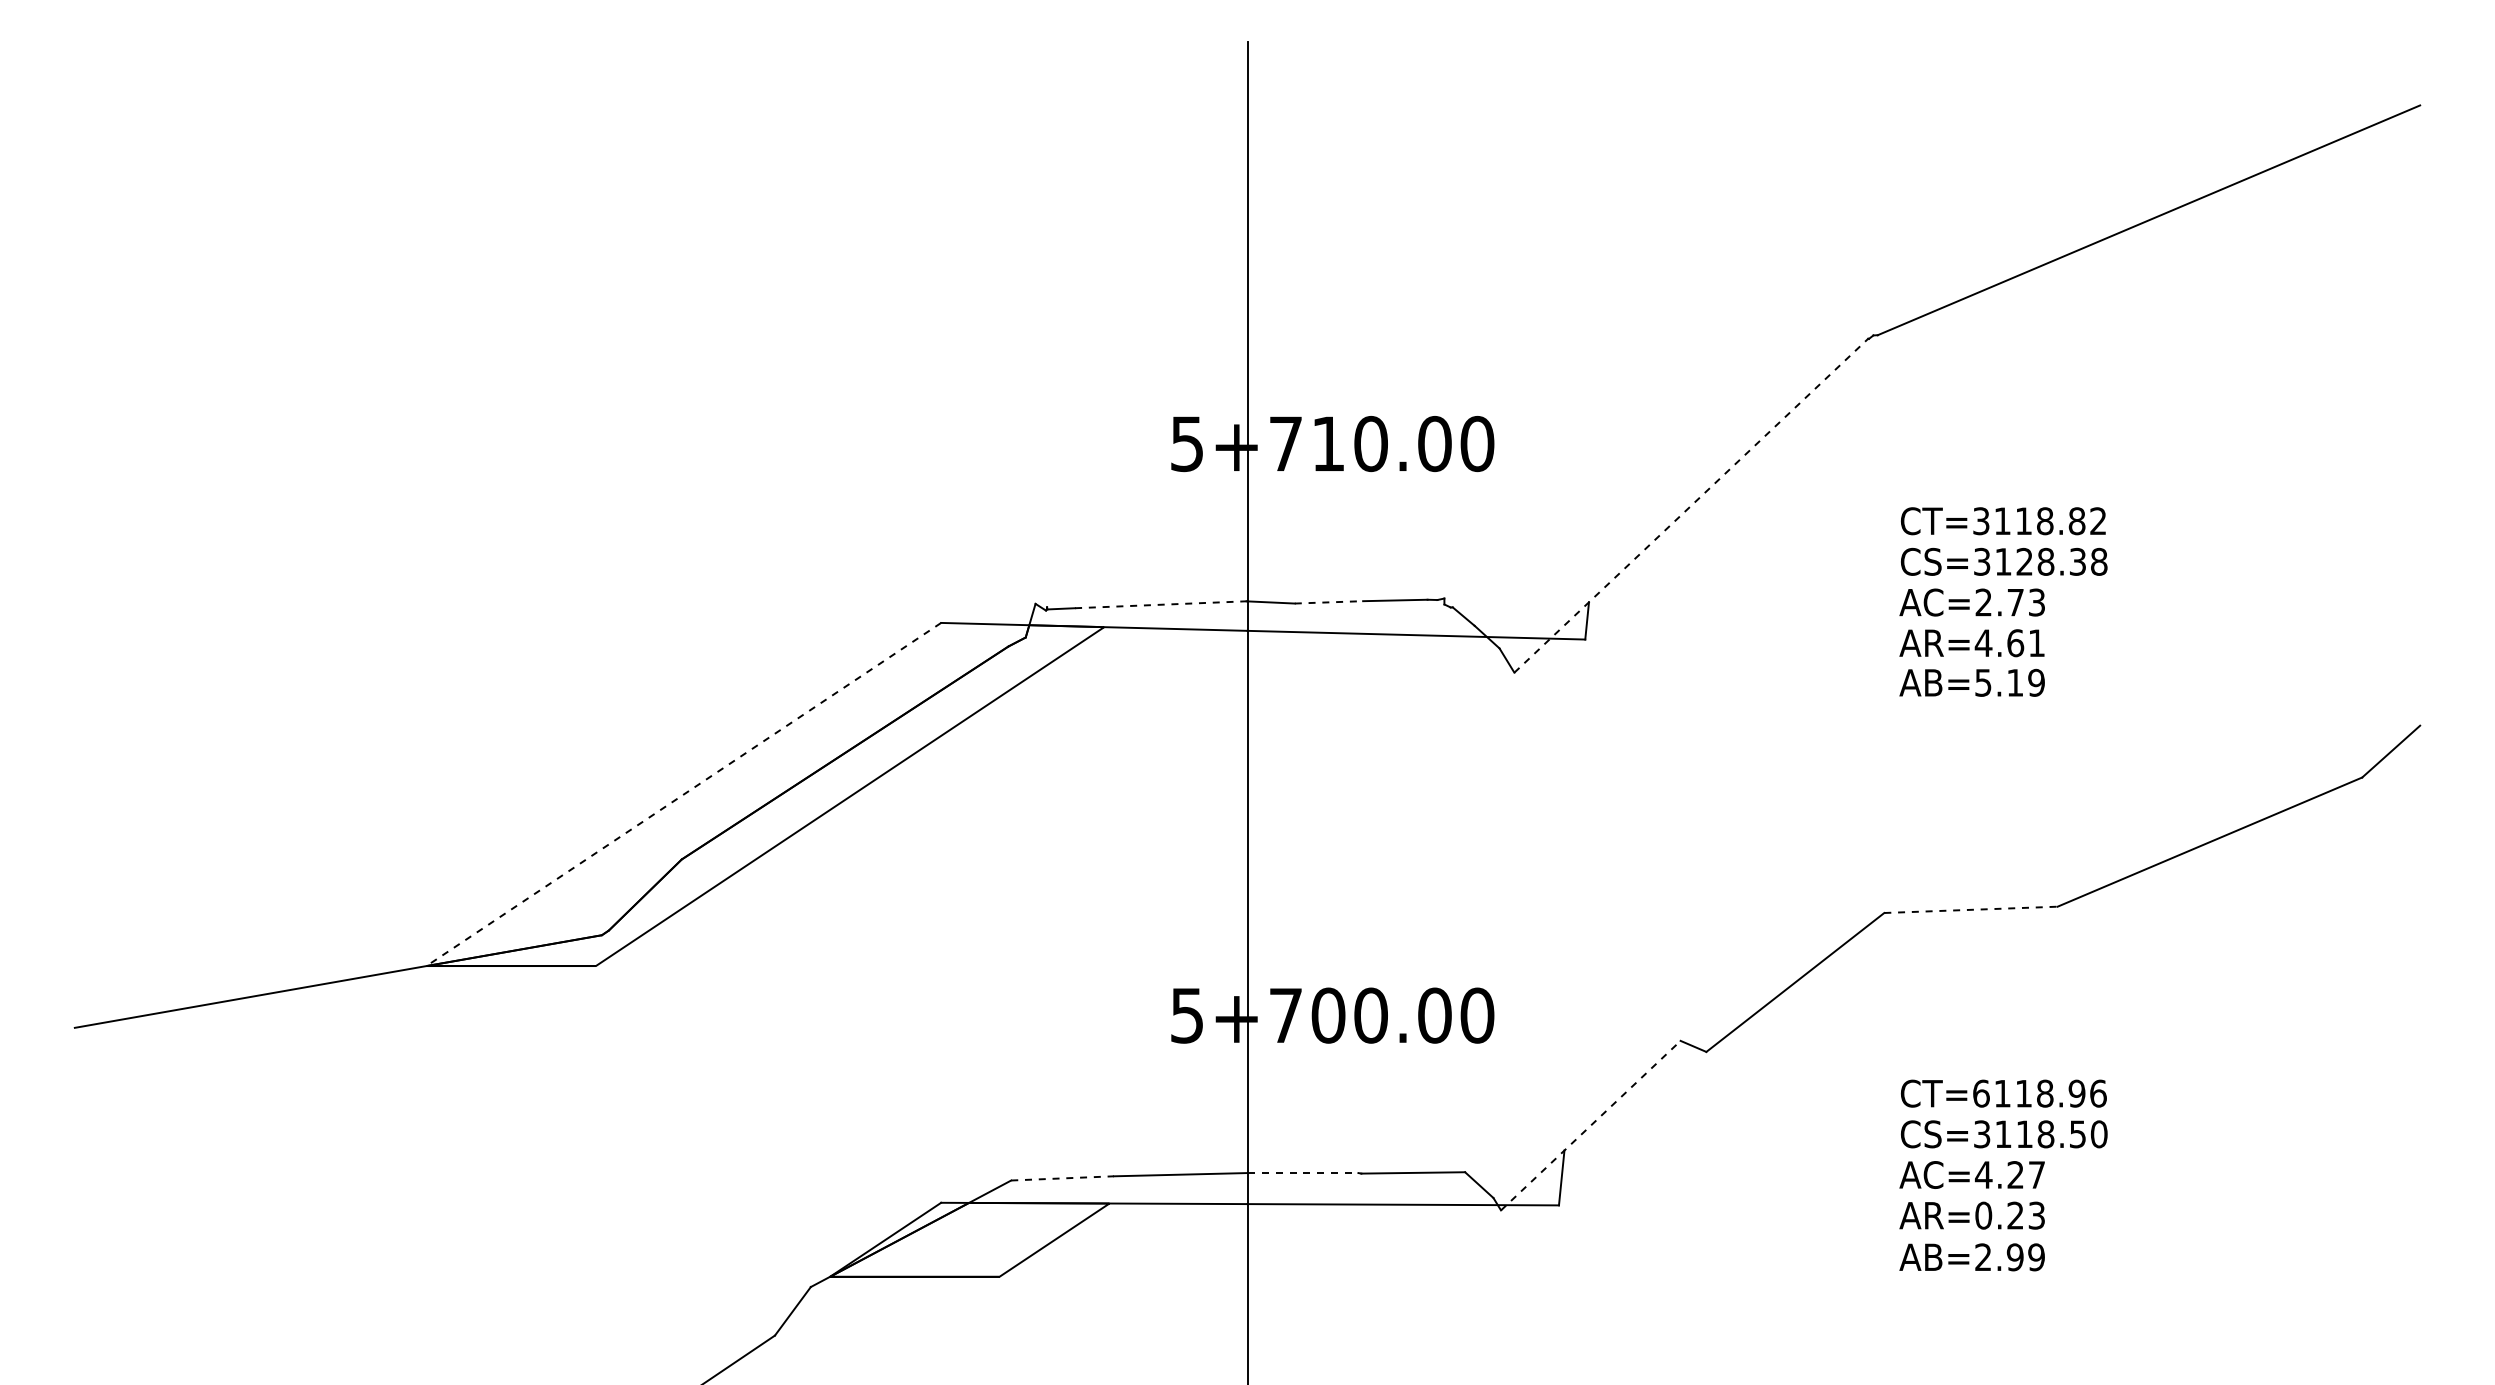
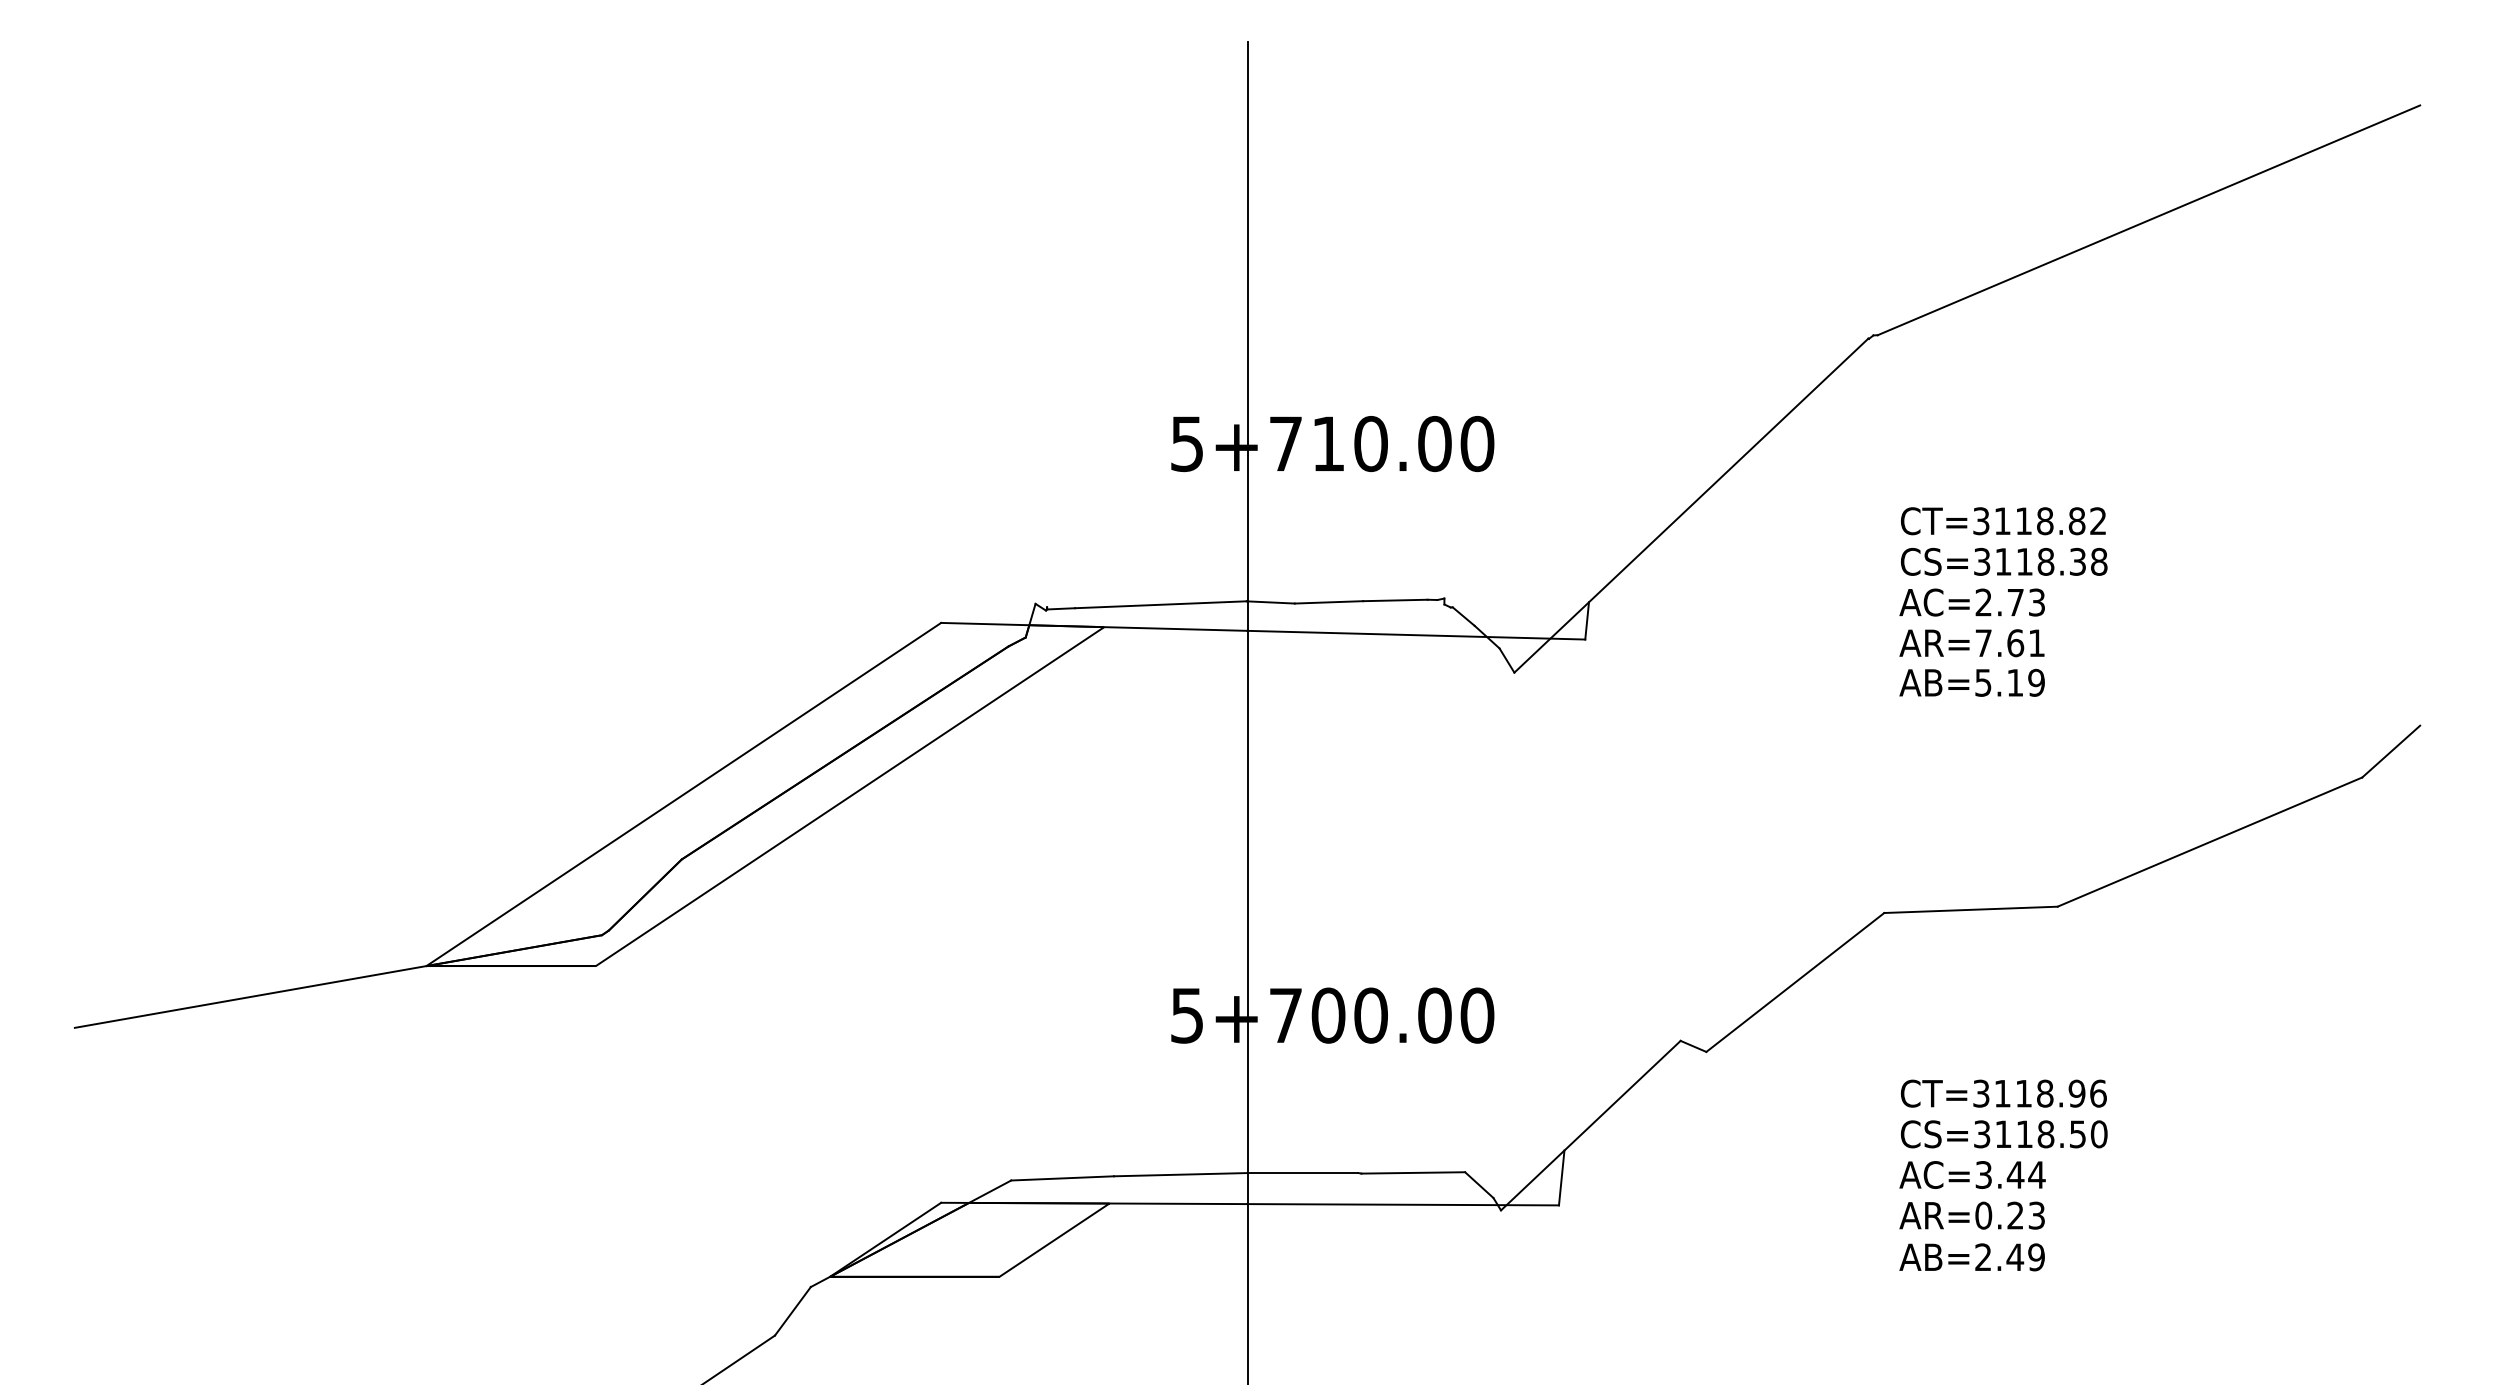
line at (1691, 505): dashed -> solid
text at (2024, 561): CS=3128.38 -> CS=3118.38
line at (1329, 602): dashed -> solid
line at (1160, 604): dashed -> solid
text at (1983, 642): AR=4.61 -> AR=7.61
line at (683, 794): dashed -> solid
line at (1970, 909): dashed -> solid
text at (1981, 1093): CT=6118.96 -> CT=3118.96
line at (1591, 1125): dashed -> solid
line at (1303, 1173): dashed -> solid
text at (2009, 1174): AC=4.27 -> AC=3.44
line at (1063, 1178): dashed -> solid
text at (2015, 1257): AB=2.99 -> AB=2.49
